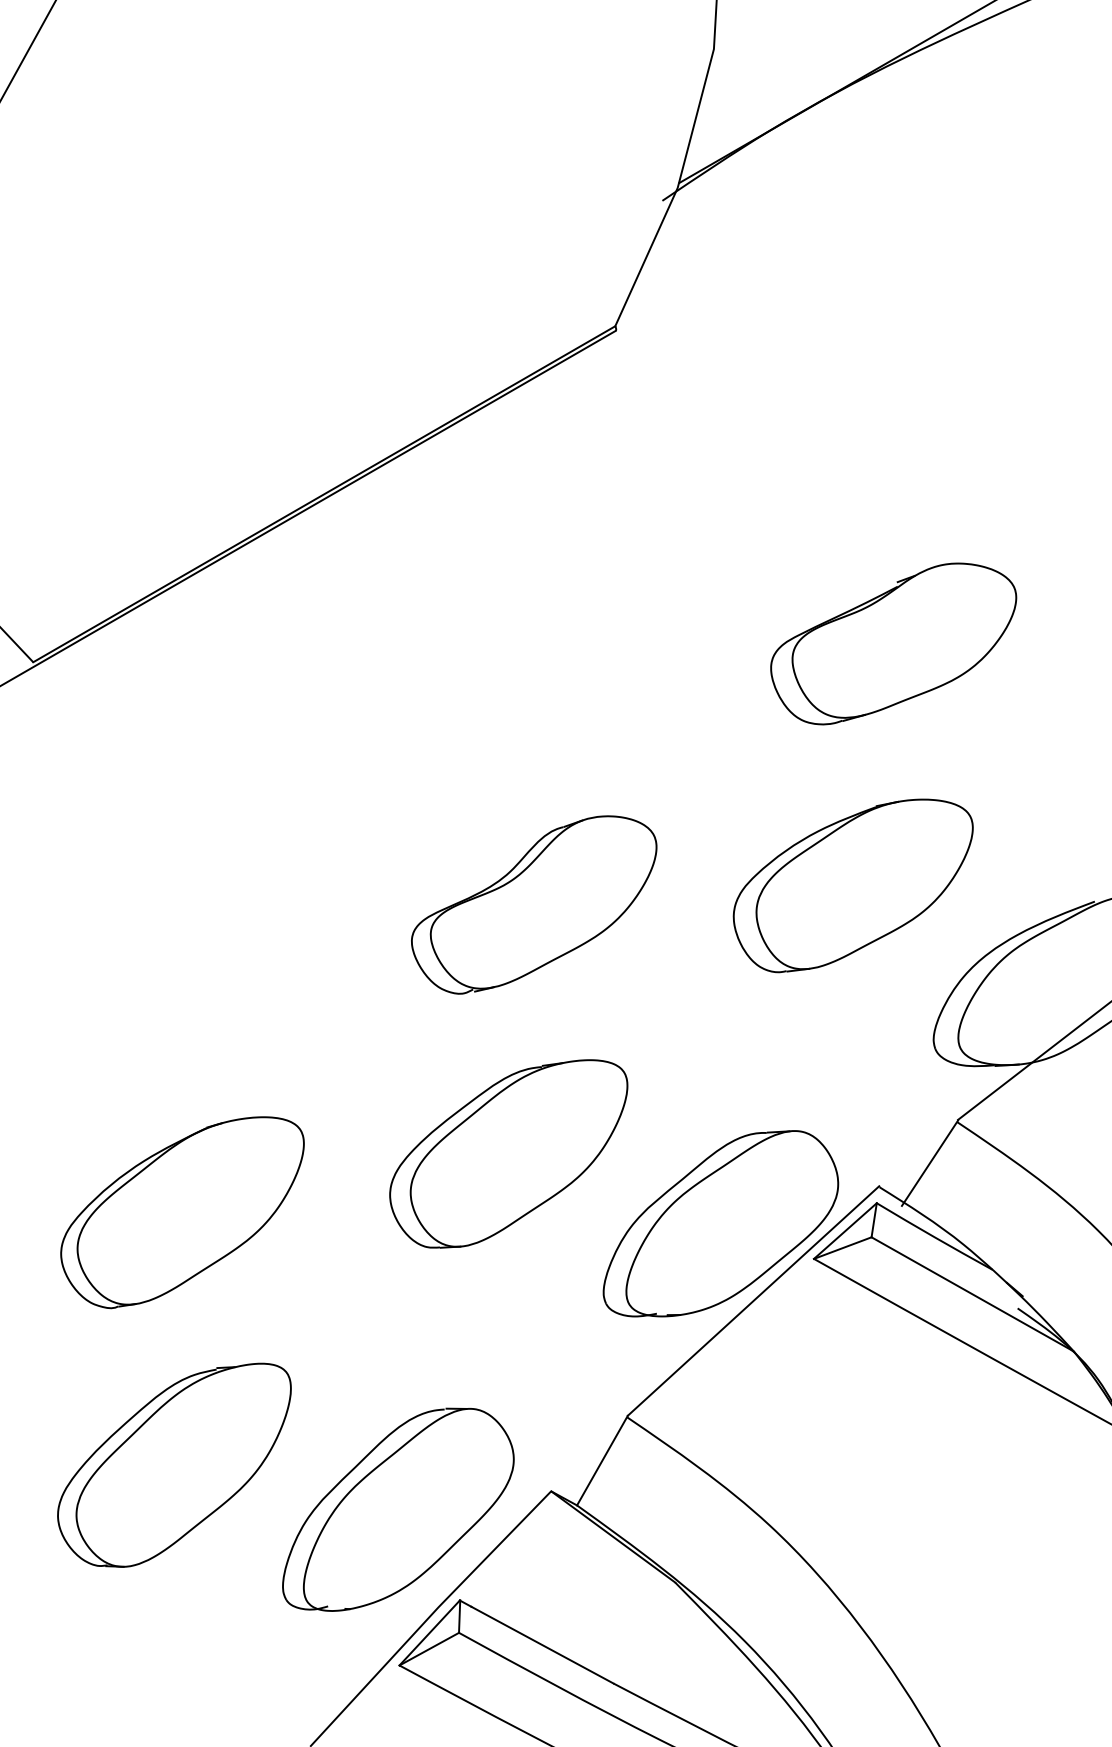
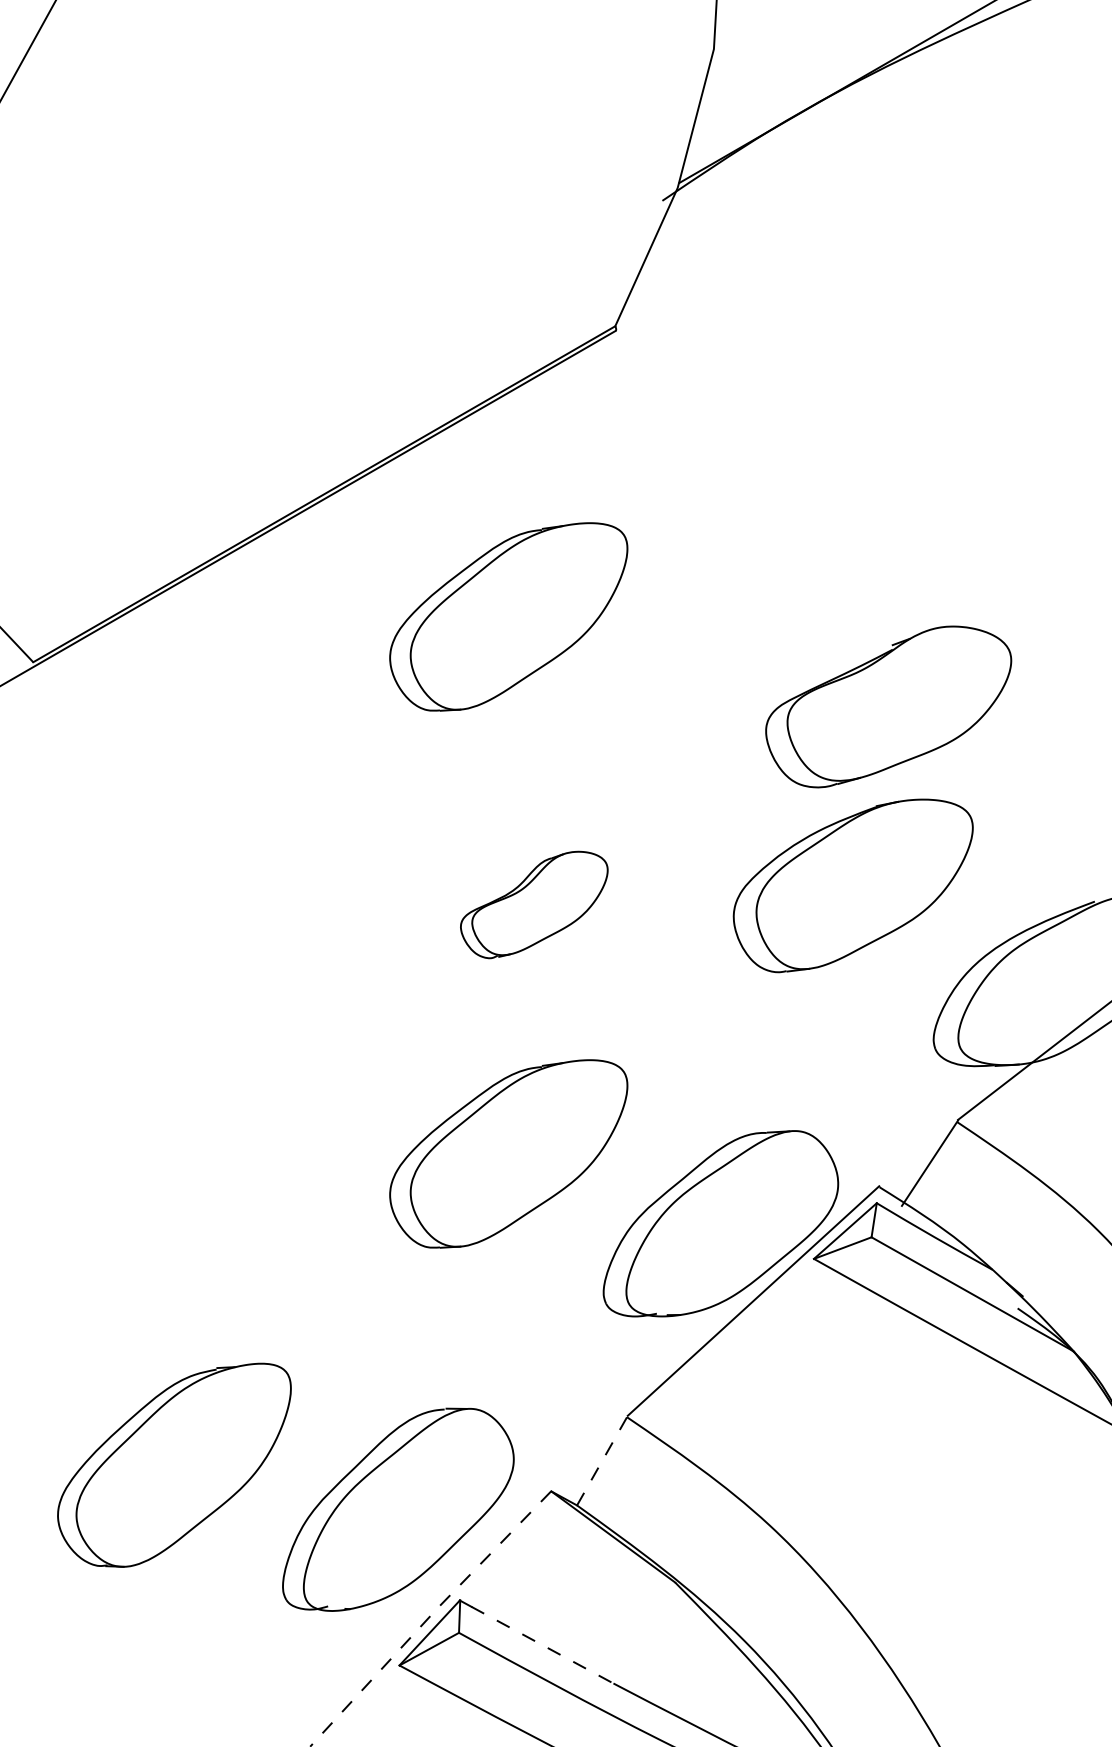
part at (508, 616): none -> present
part at (893, 643) position: (893, 643) -> (888, 706)
part at (534, 904) size: 247x180 px -> 149x110 px
part at (182, 1212): present -> none
line at (602, 1460): solid -> dashed
line at (429, 1617): solid -> dashed
line at (542, 1645): solid -> dashed
